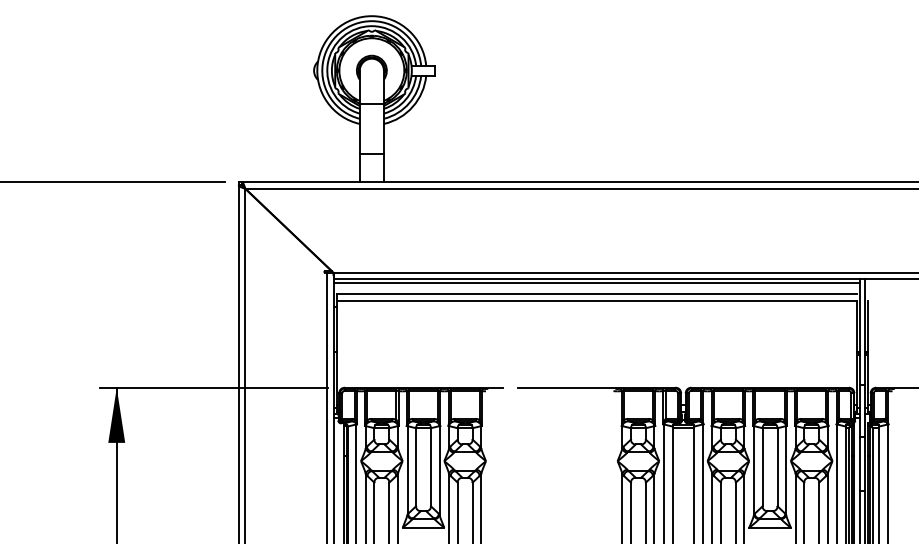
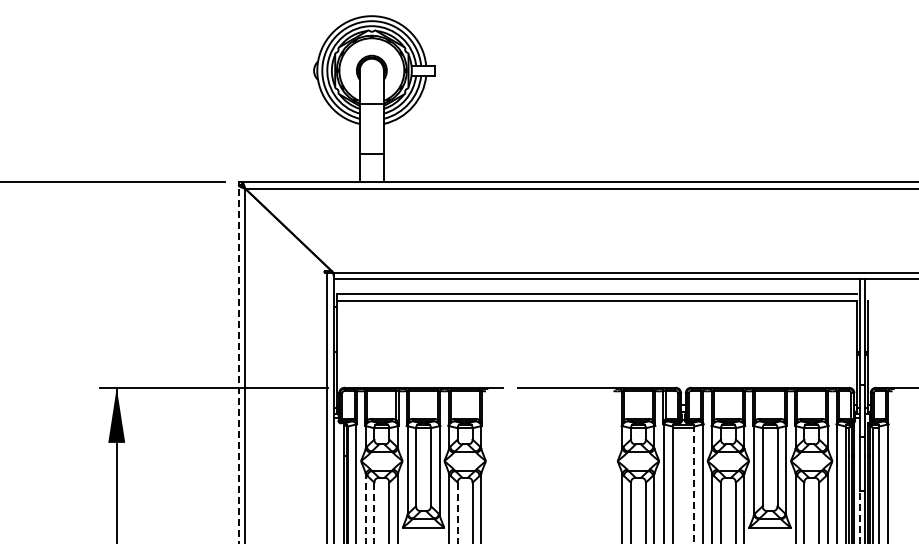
line at (596, 282): present -> none
line at (238, 364): solid -> dashed
line at (694, 484): solid -> dashed
line at (365, 508): solid -> dashed
line at (374, 513): solid -> dashed
line at (457, 513): solid -> dashed
line at (860, 517): solid -> dashed
